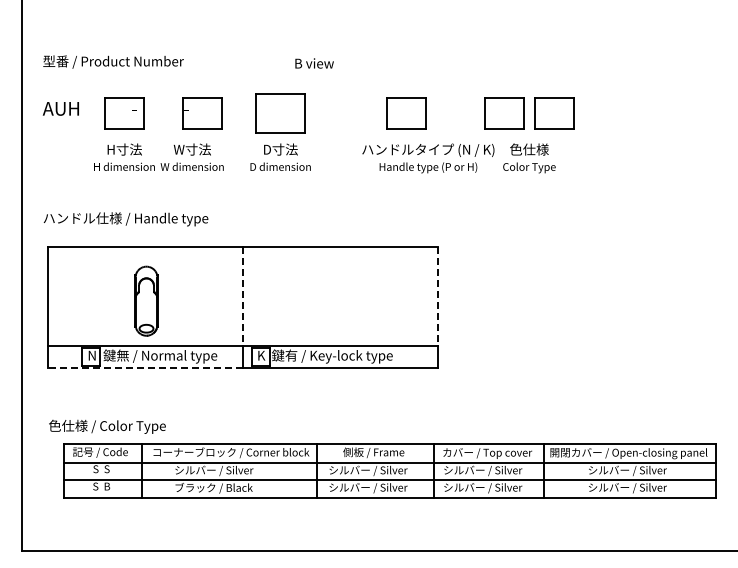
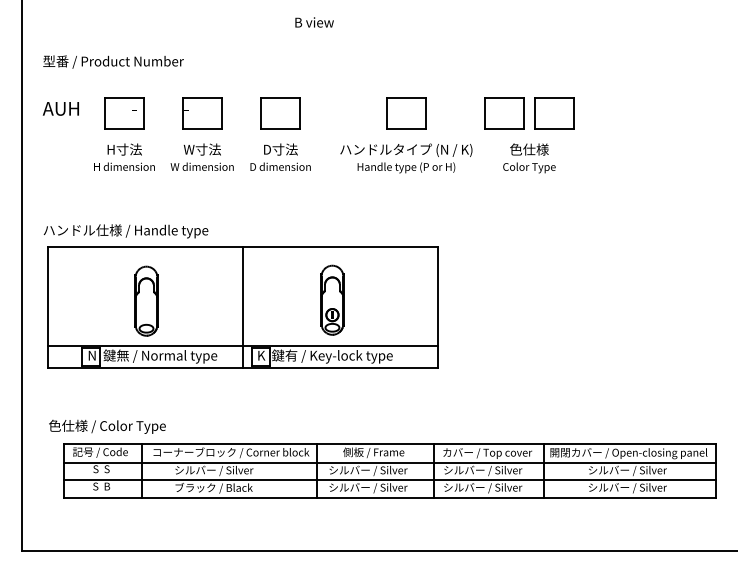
text at (314, 63) position: (314, 63) -> (314, 22)
part at (280, 113) size: 51x41 px -> 41x33 px
text at (191, 156) position: (191, 156) -> (201, 156)
text at (428, 158) position: (428, 158) -> (406, 158)
text at (125, 219) position: (125, 219) -> (125, 231)
line at (242, 296): dashed -> solid
line at (437, 296): dashed -> solid
part at (332, 299): none -> present
line at (145, 368): dashed -> solid
